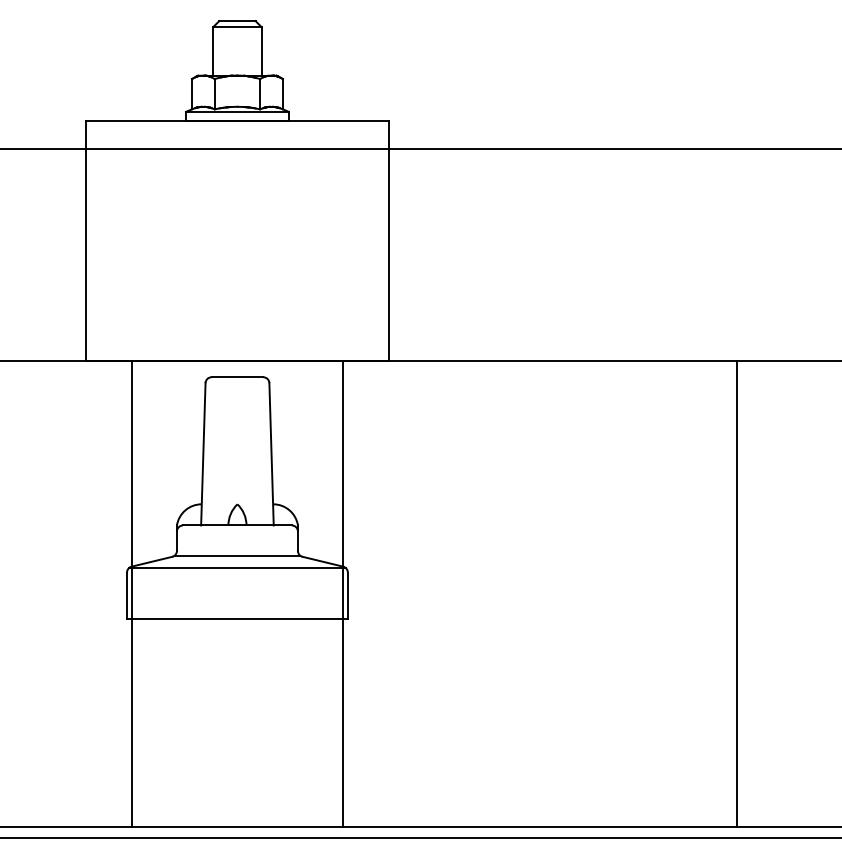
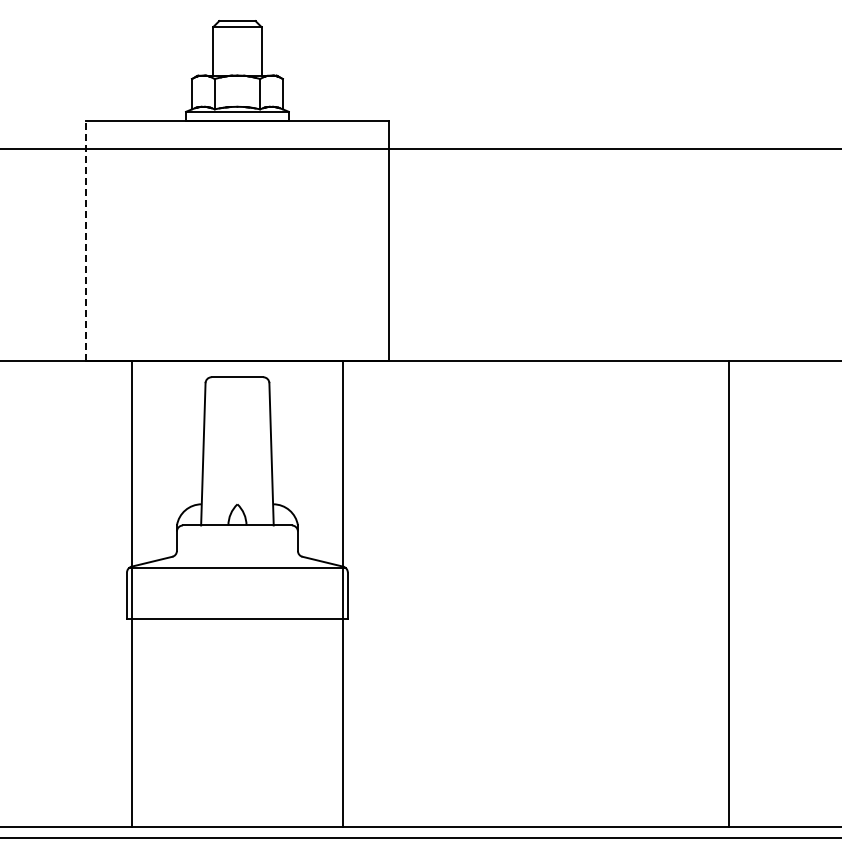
line at (86, 240): solid -> dashed
line at (237, 555): present -> none
line at (736, 593) position: (736, 593) -> (728, 593)
